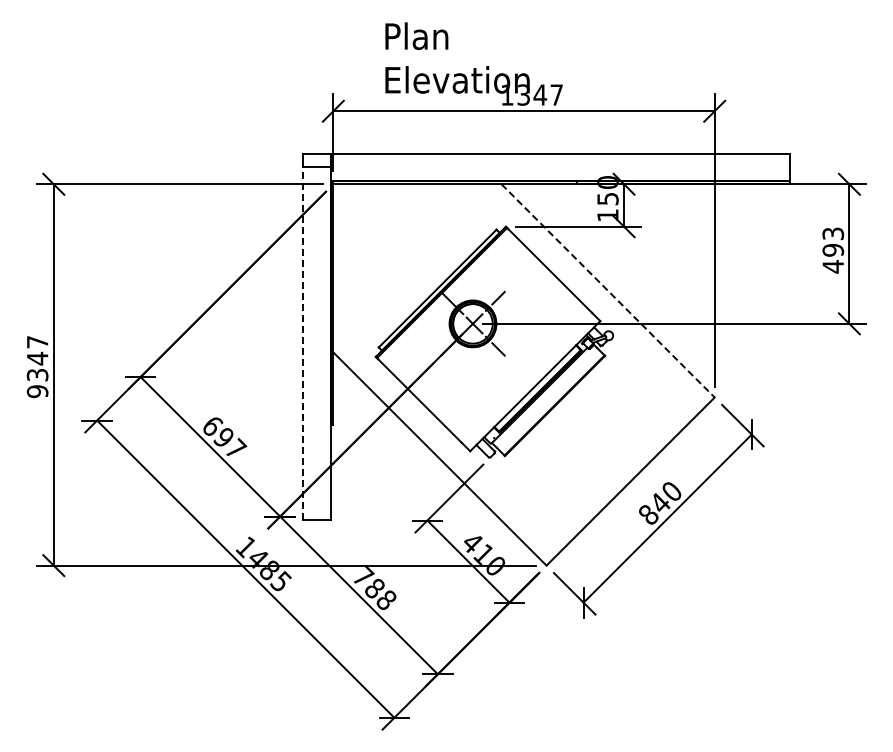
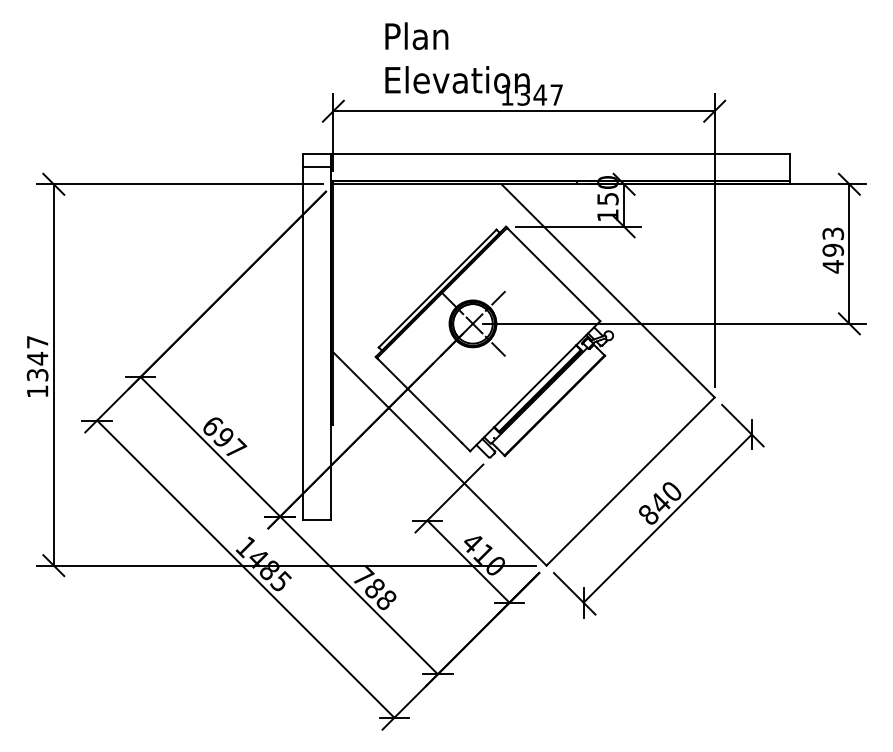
line at (608, 290): dashed -> solid
line at (303, 343): dashed -> solid
text at (37, 391): 9347 -> 1347
